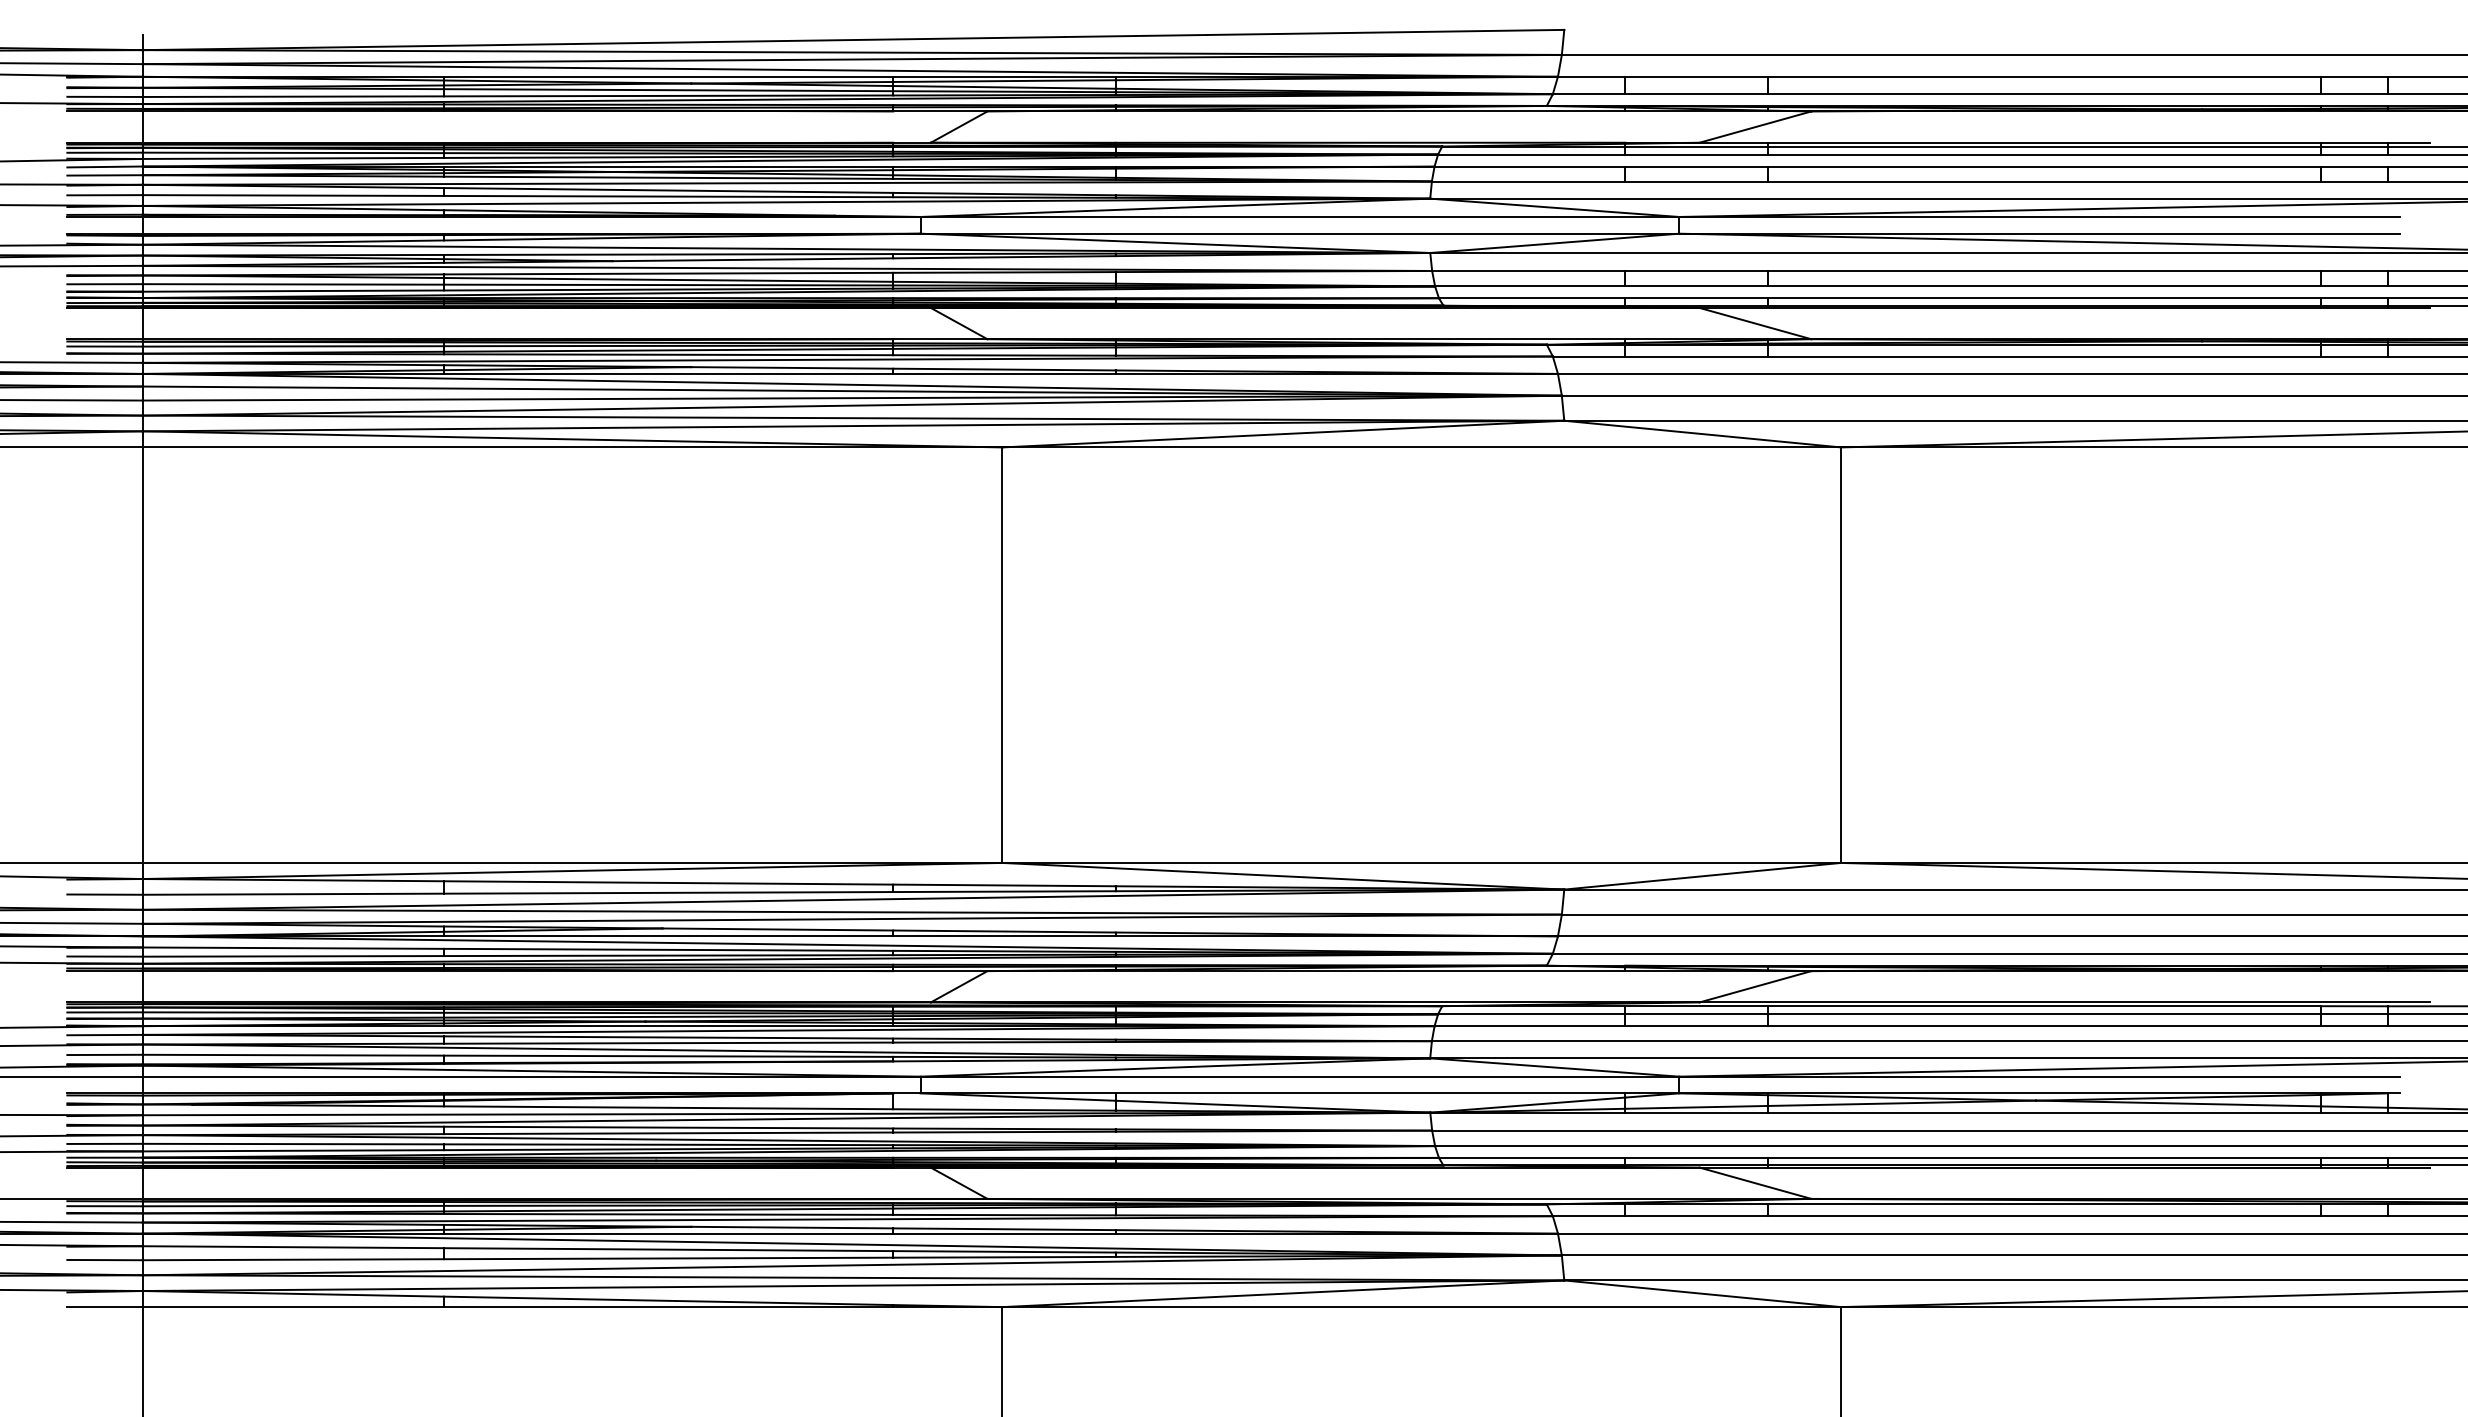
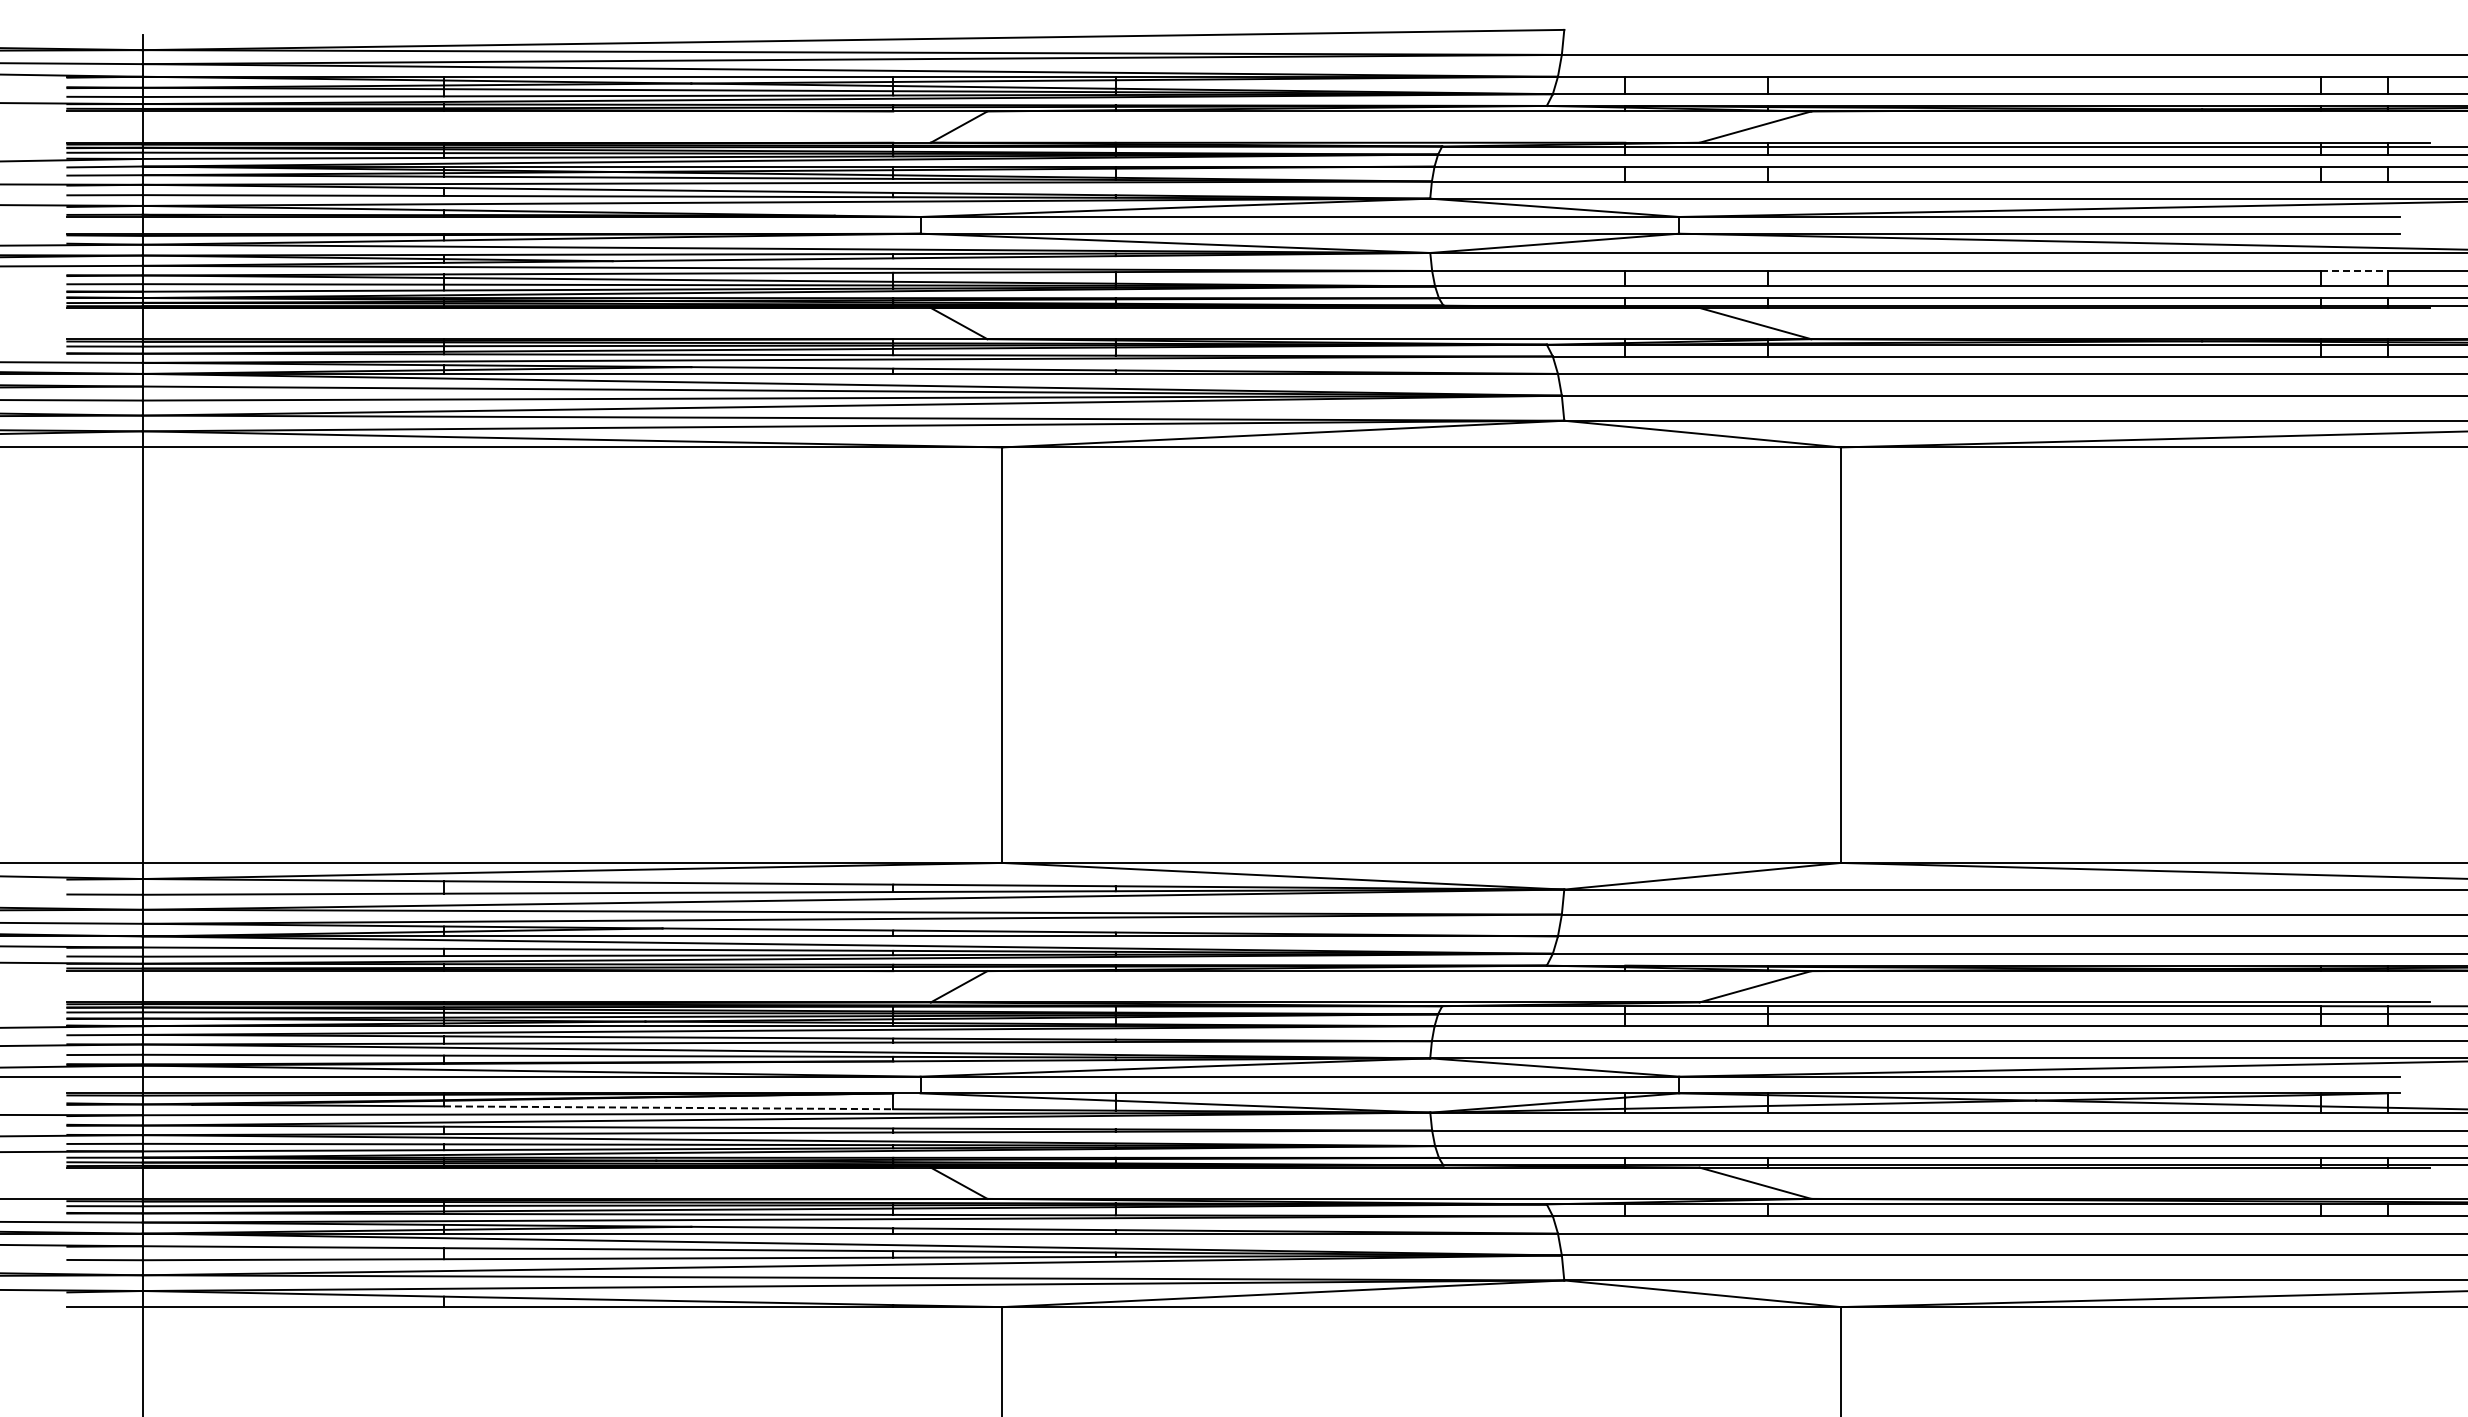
line at (2354, 270): solid -> dashed
line at (668, 1107): solid -> dashed
